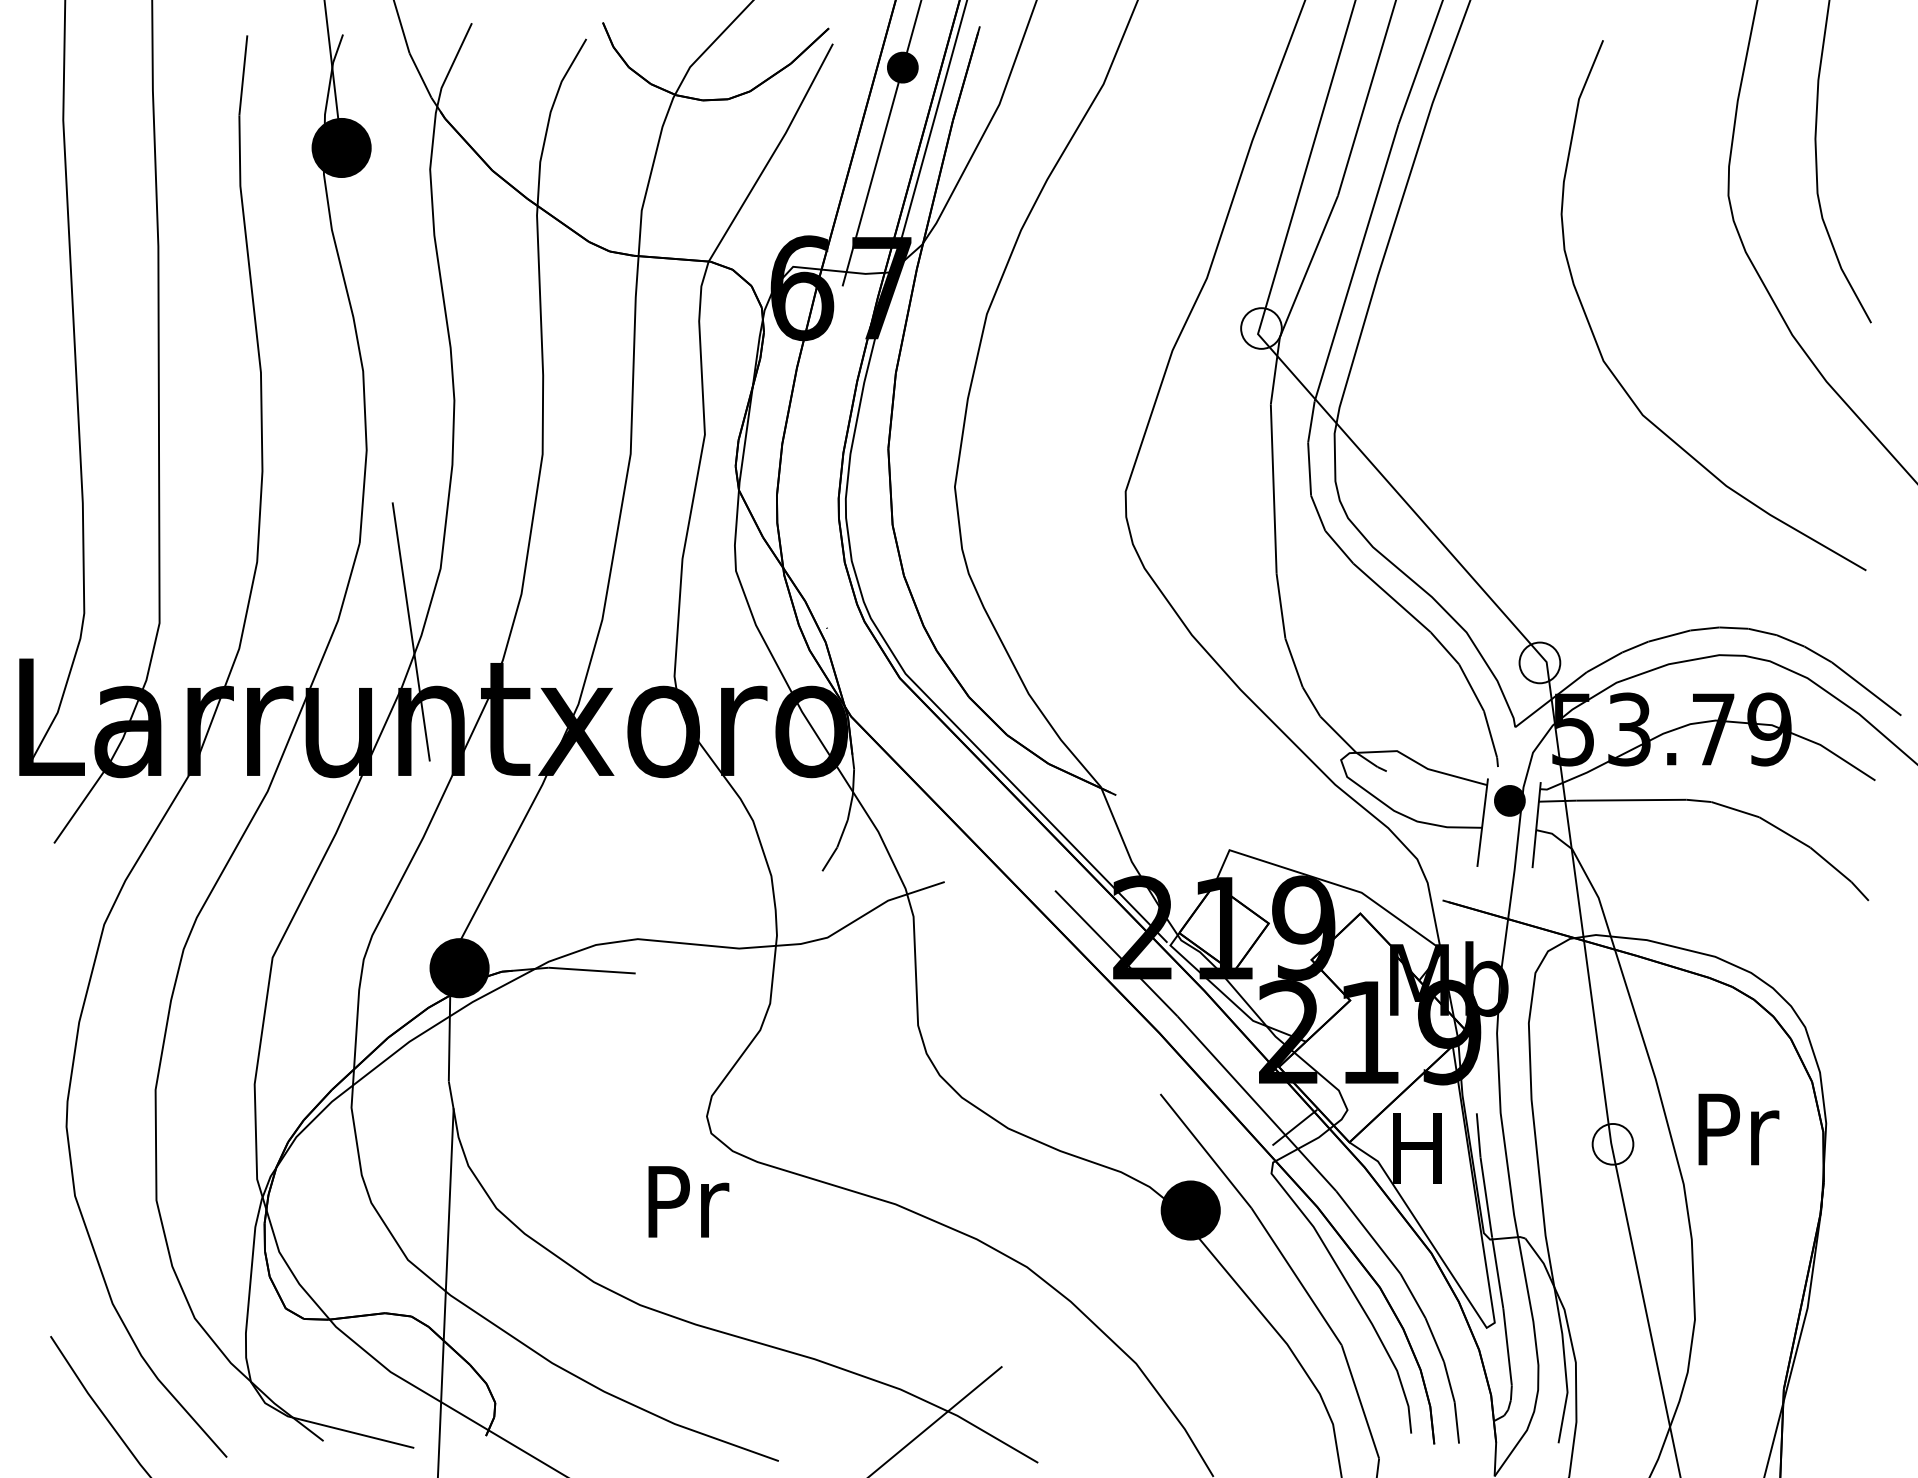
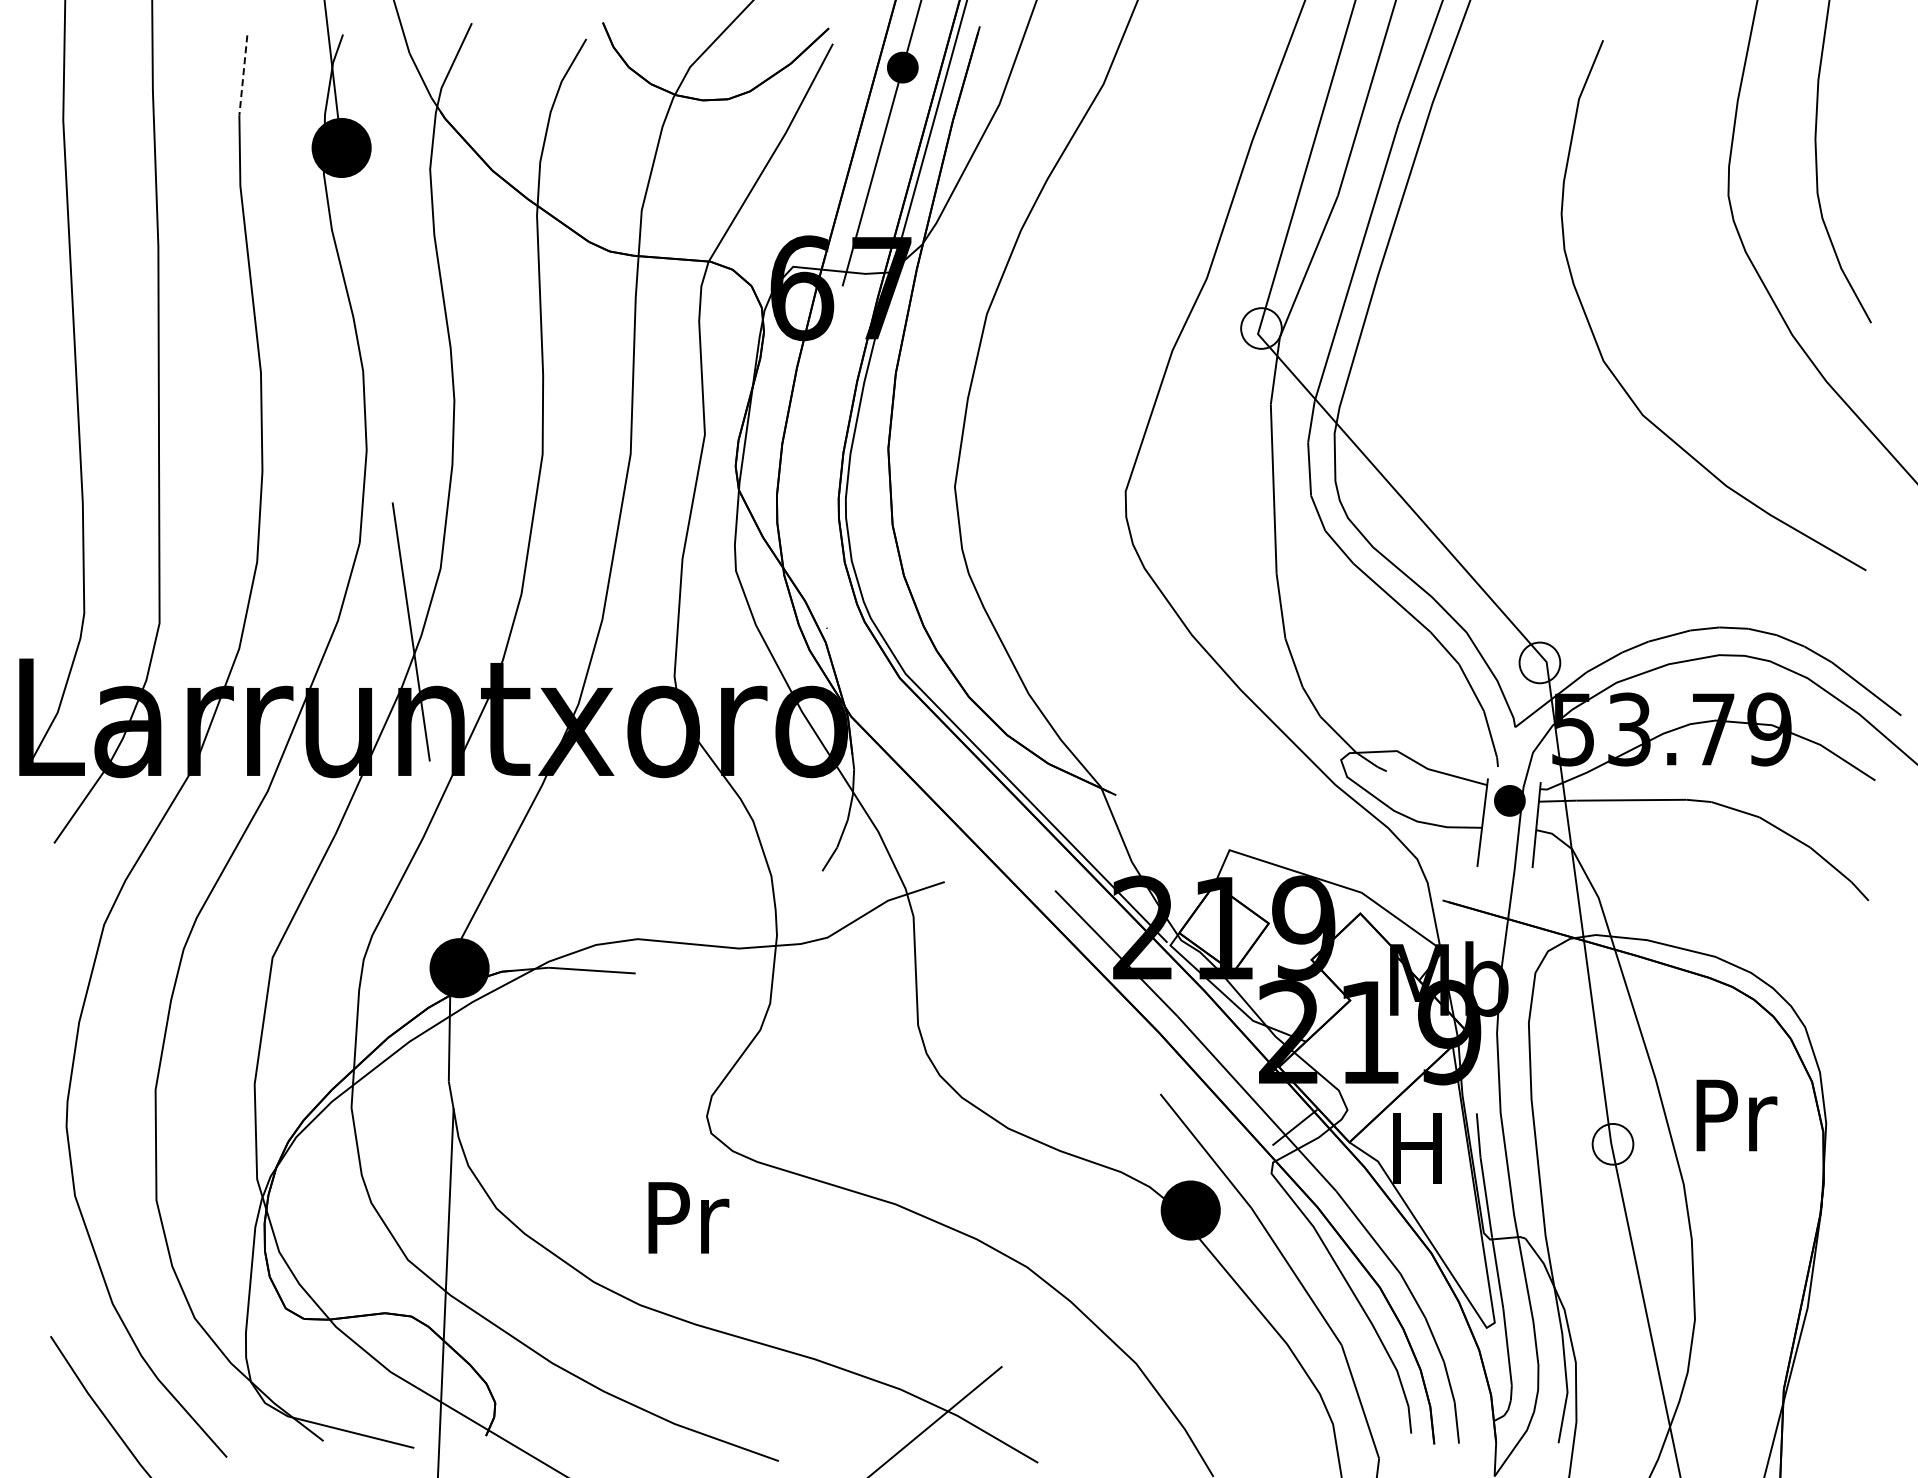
line at (243, 75): solid -> dashed
text at (1738, 1129) position: (1738, 1129) -> (1736, 1115)
text at (688, 1201) position: (688, 1201) -> (688, 1217)
